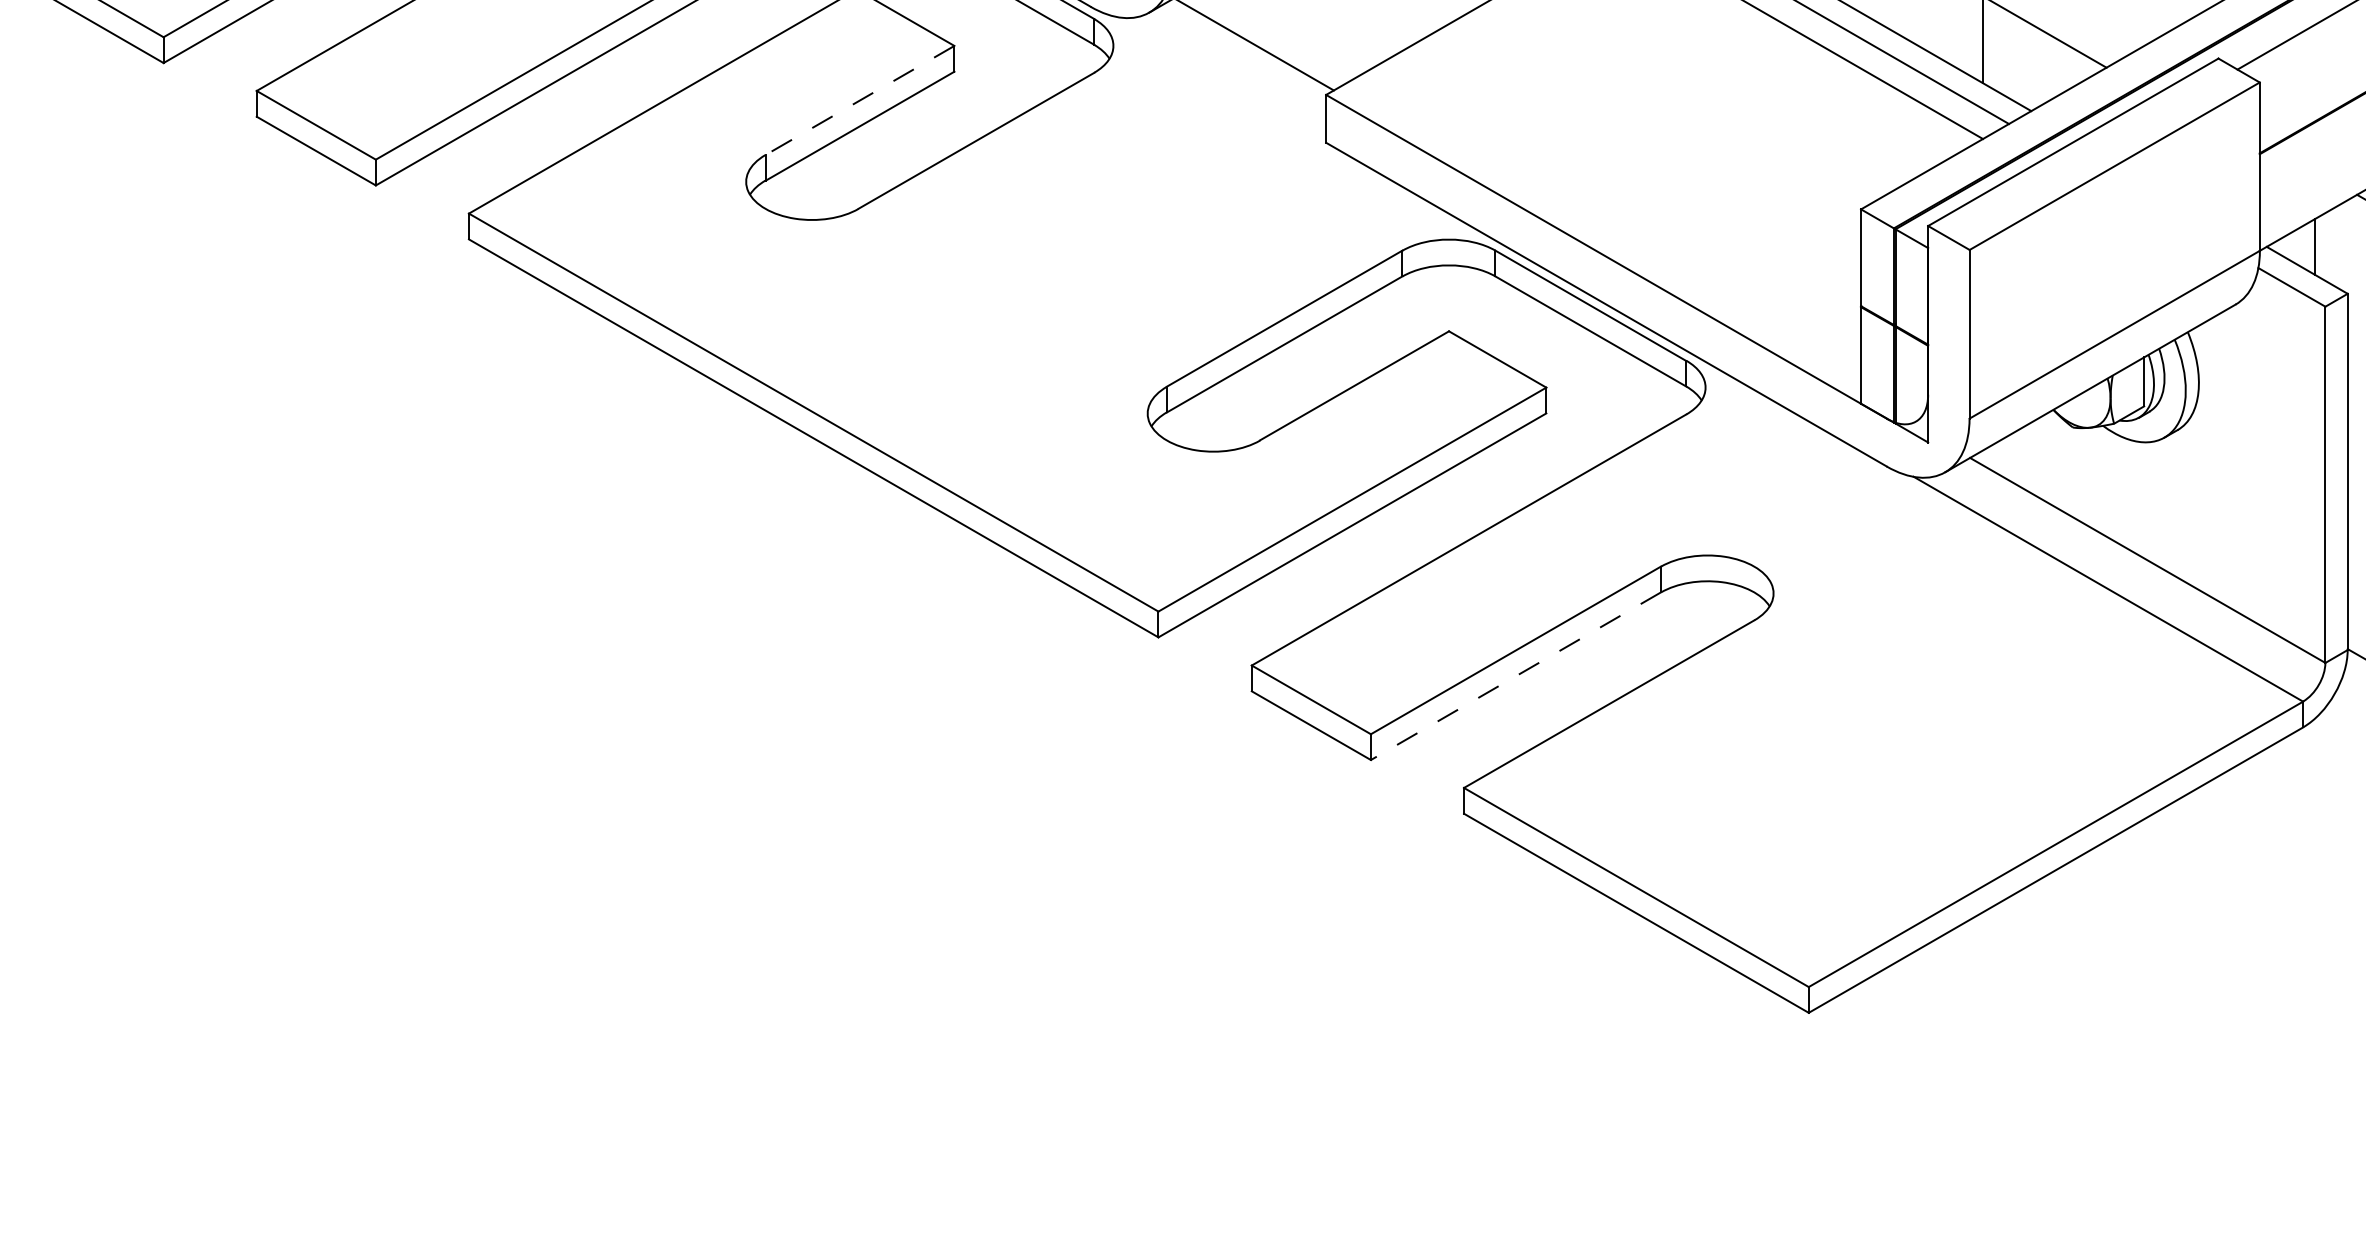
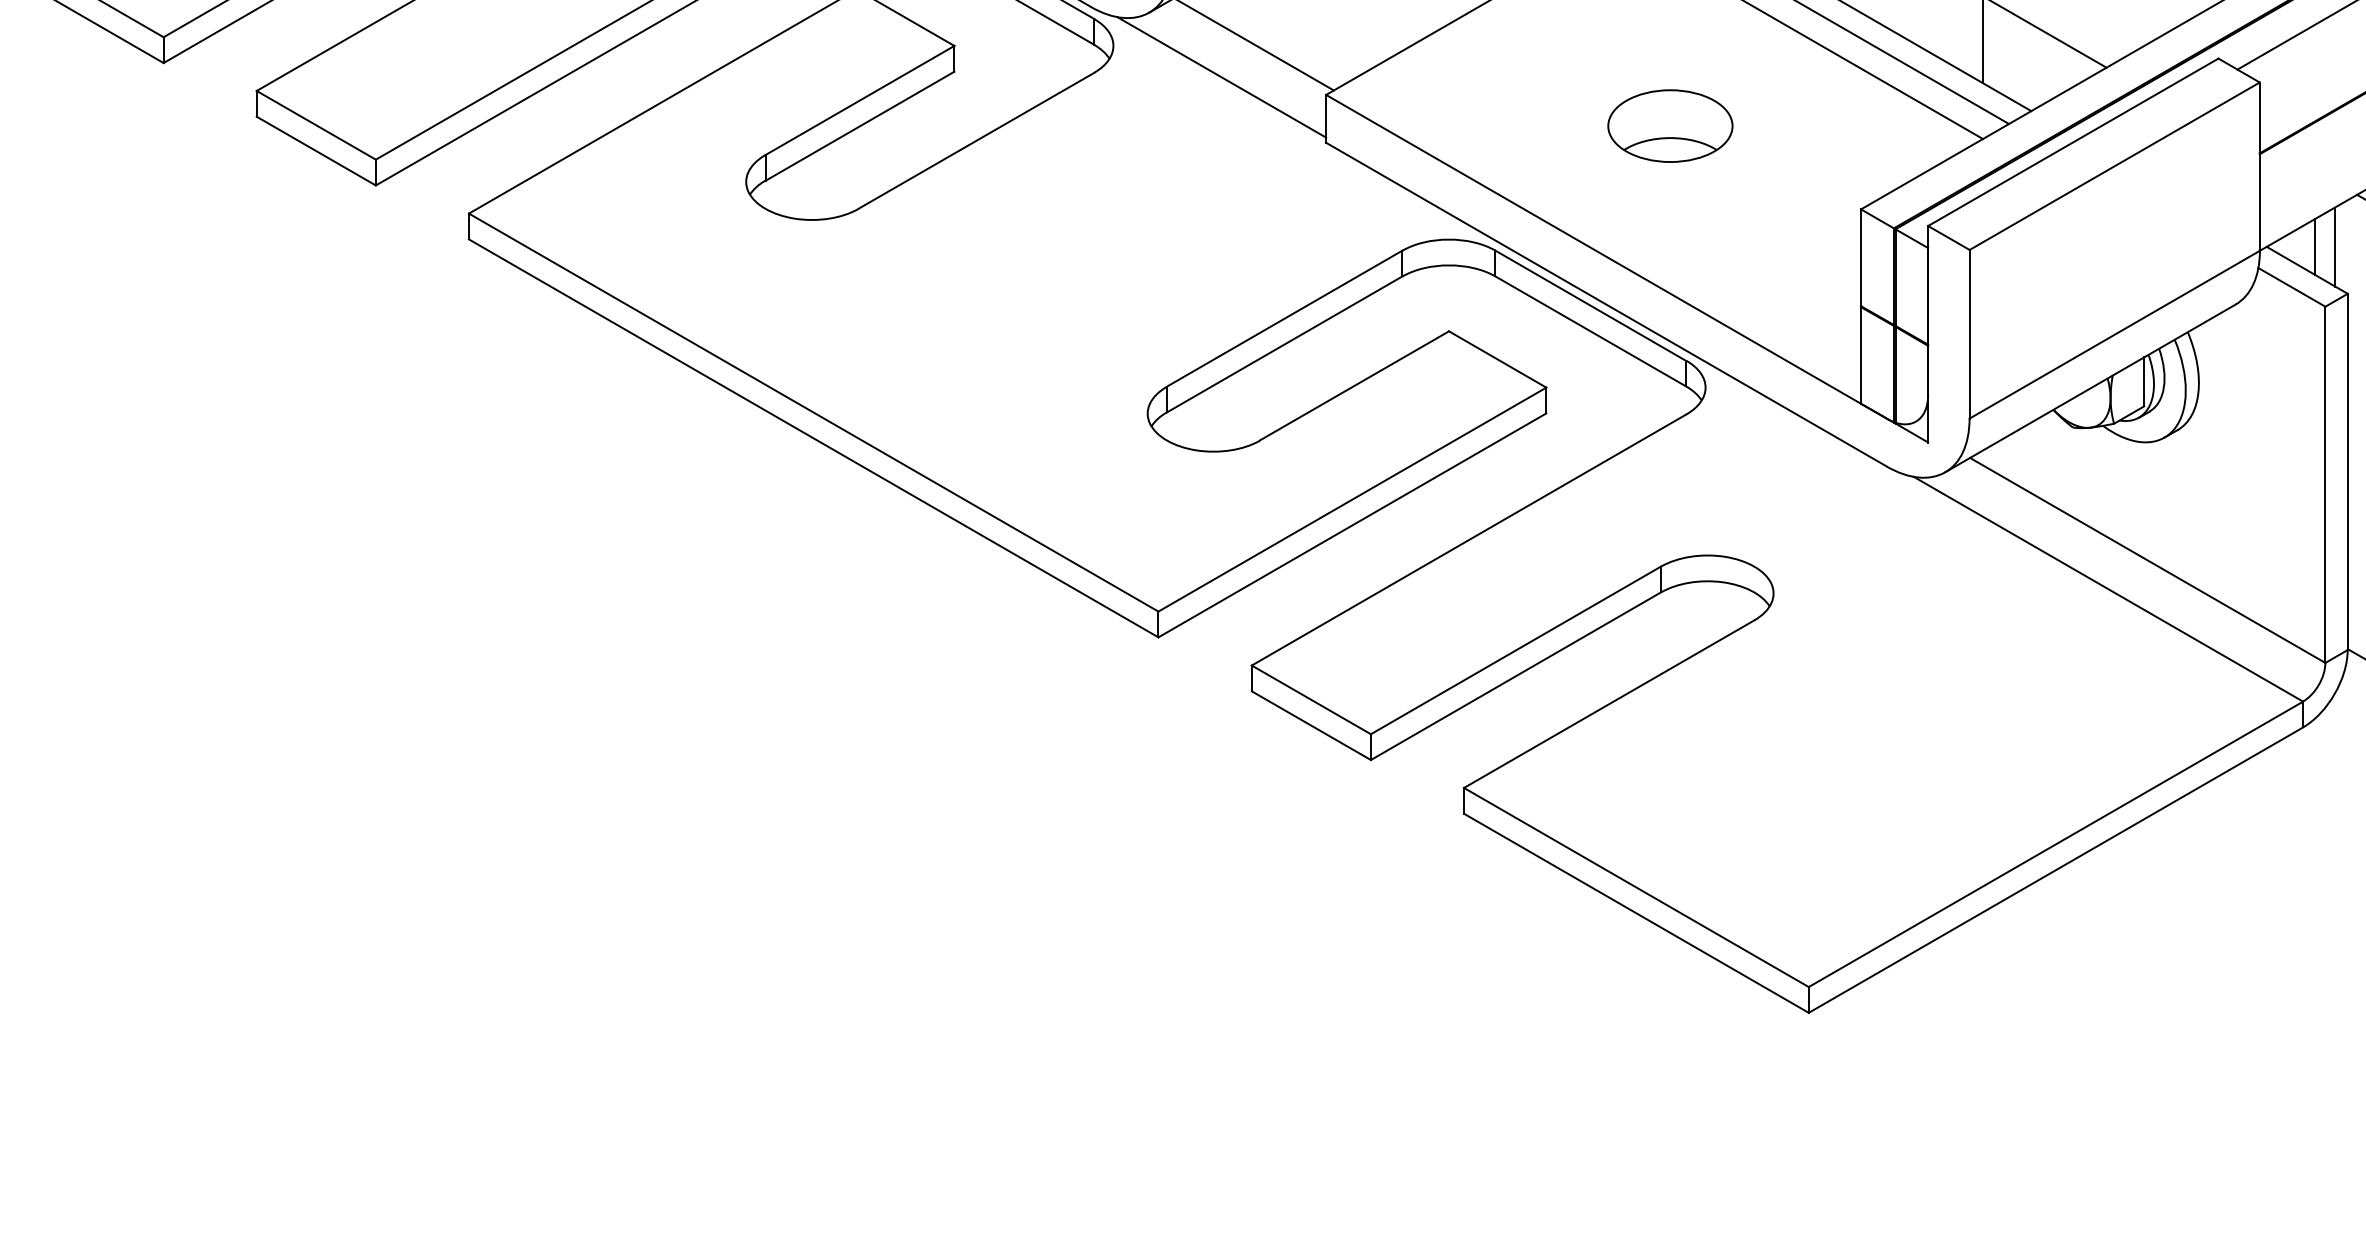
line at (1221, 77): none -> present
line at (859, 100): dashed -> solid
part at (1670, 125): none -> present
line at (2335, 246): none -> present
line at (1515, 676): dashed -> solid
